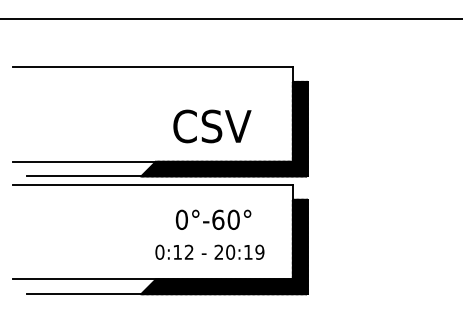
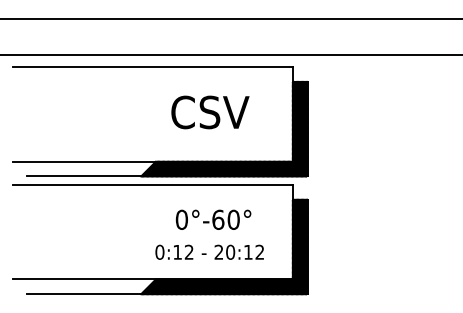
line at (230, 54): none -> present
text at (212, 126) position: (212, 126) -> (210, 112)
text at (259, 251): 20:19 -> 20:12
